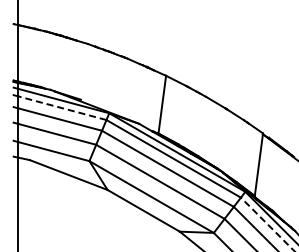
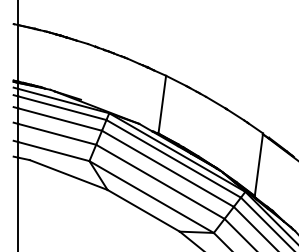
line at (62, 108): dashed -> solid
line at (267, 224): dashed -> solid
